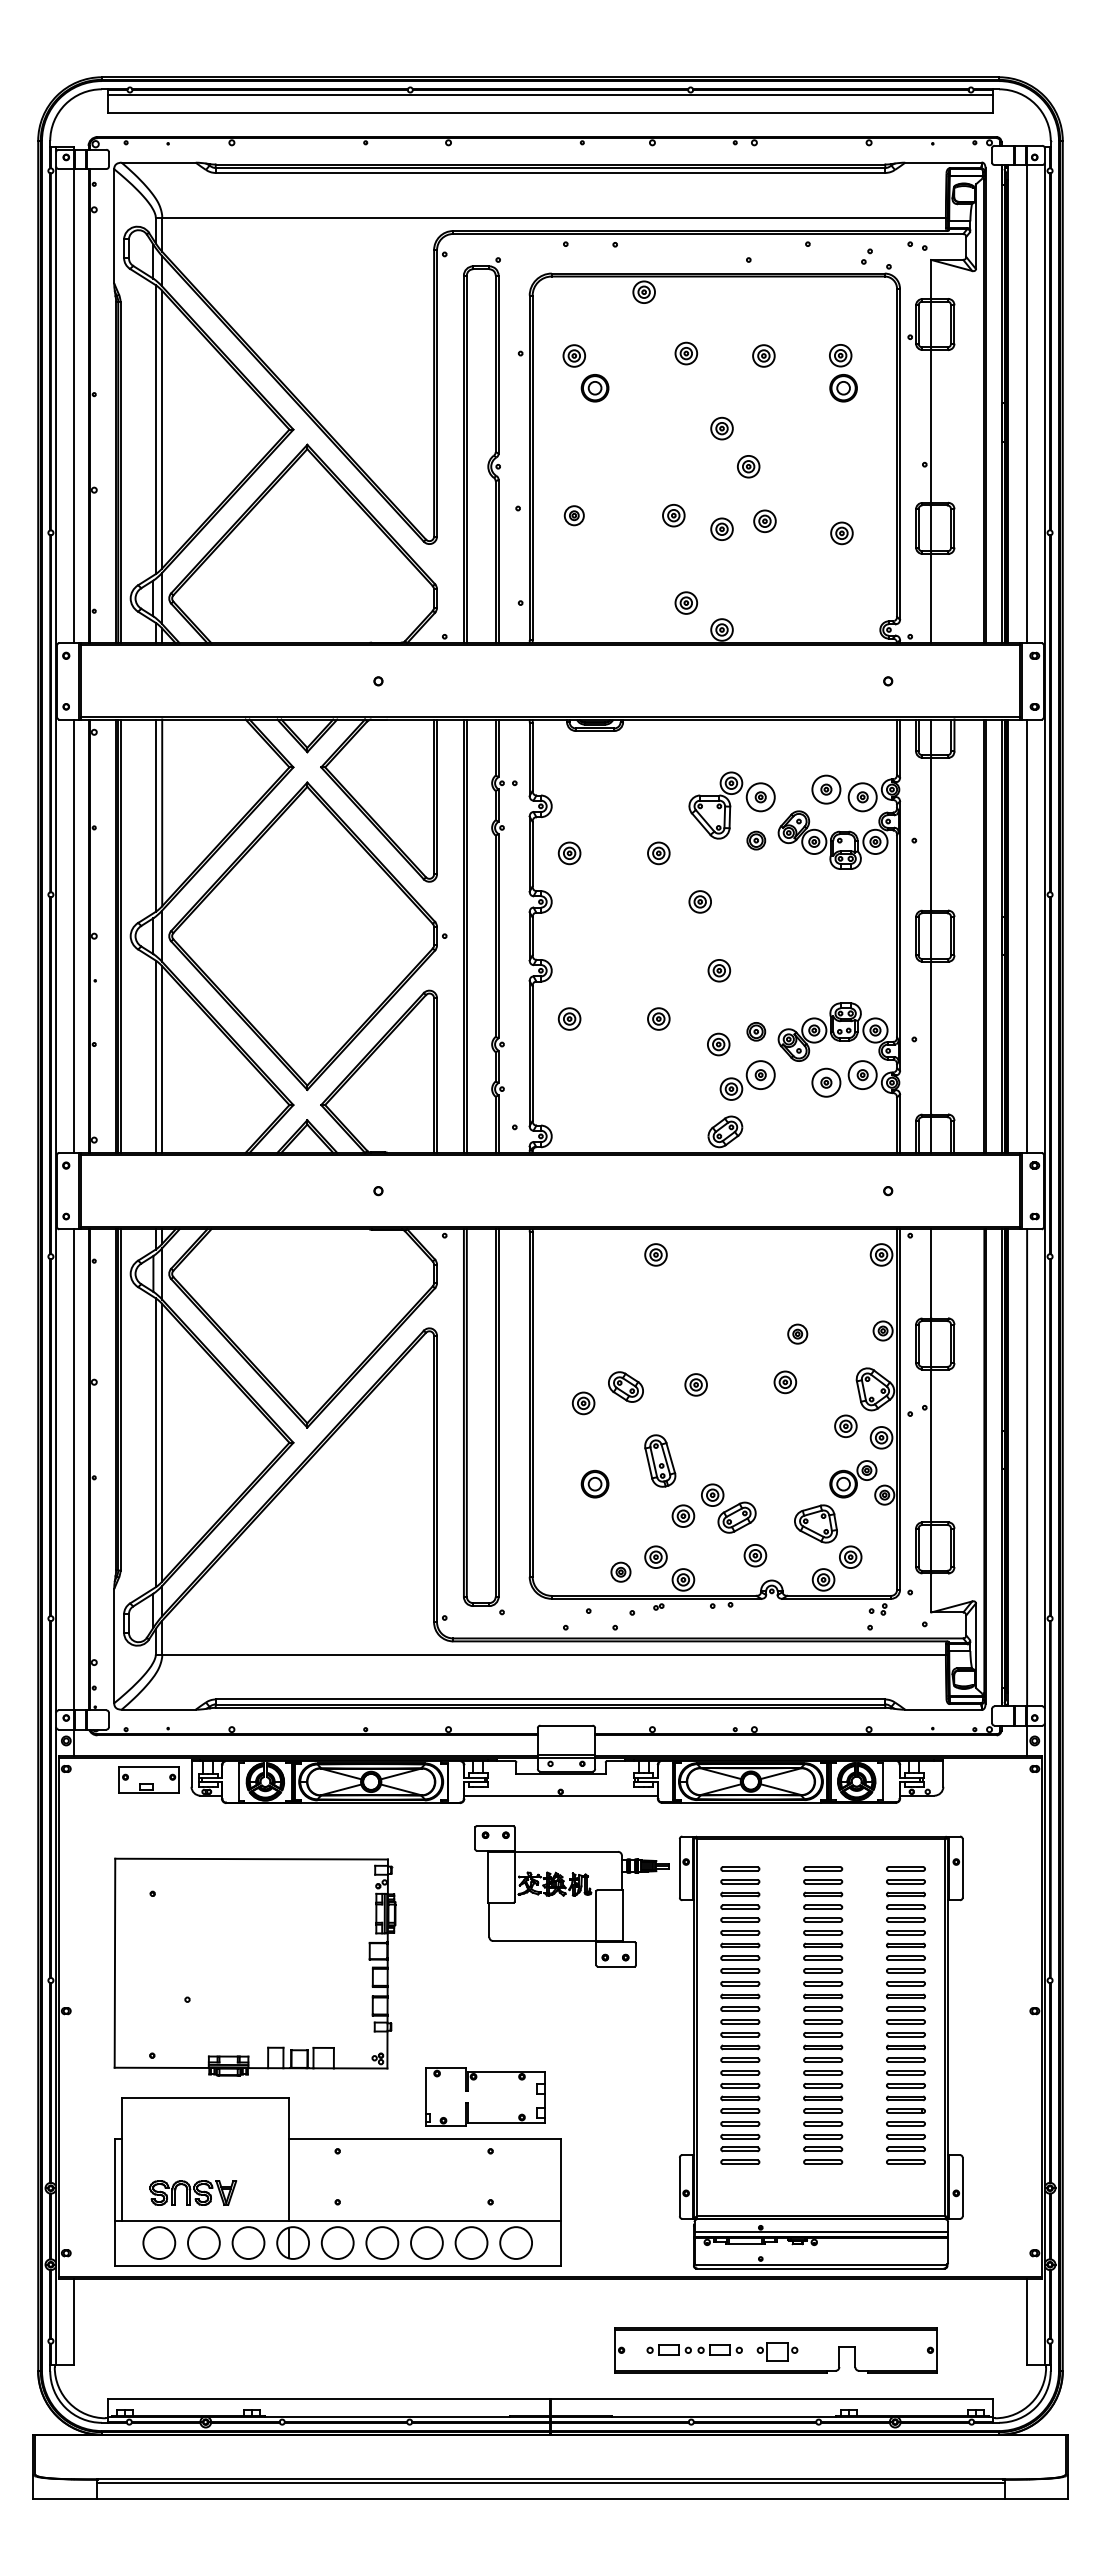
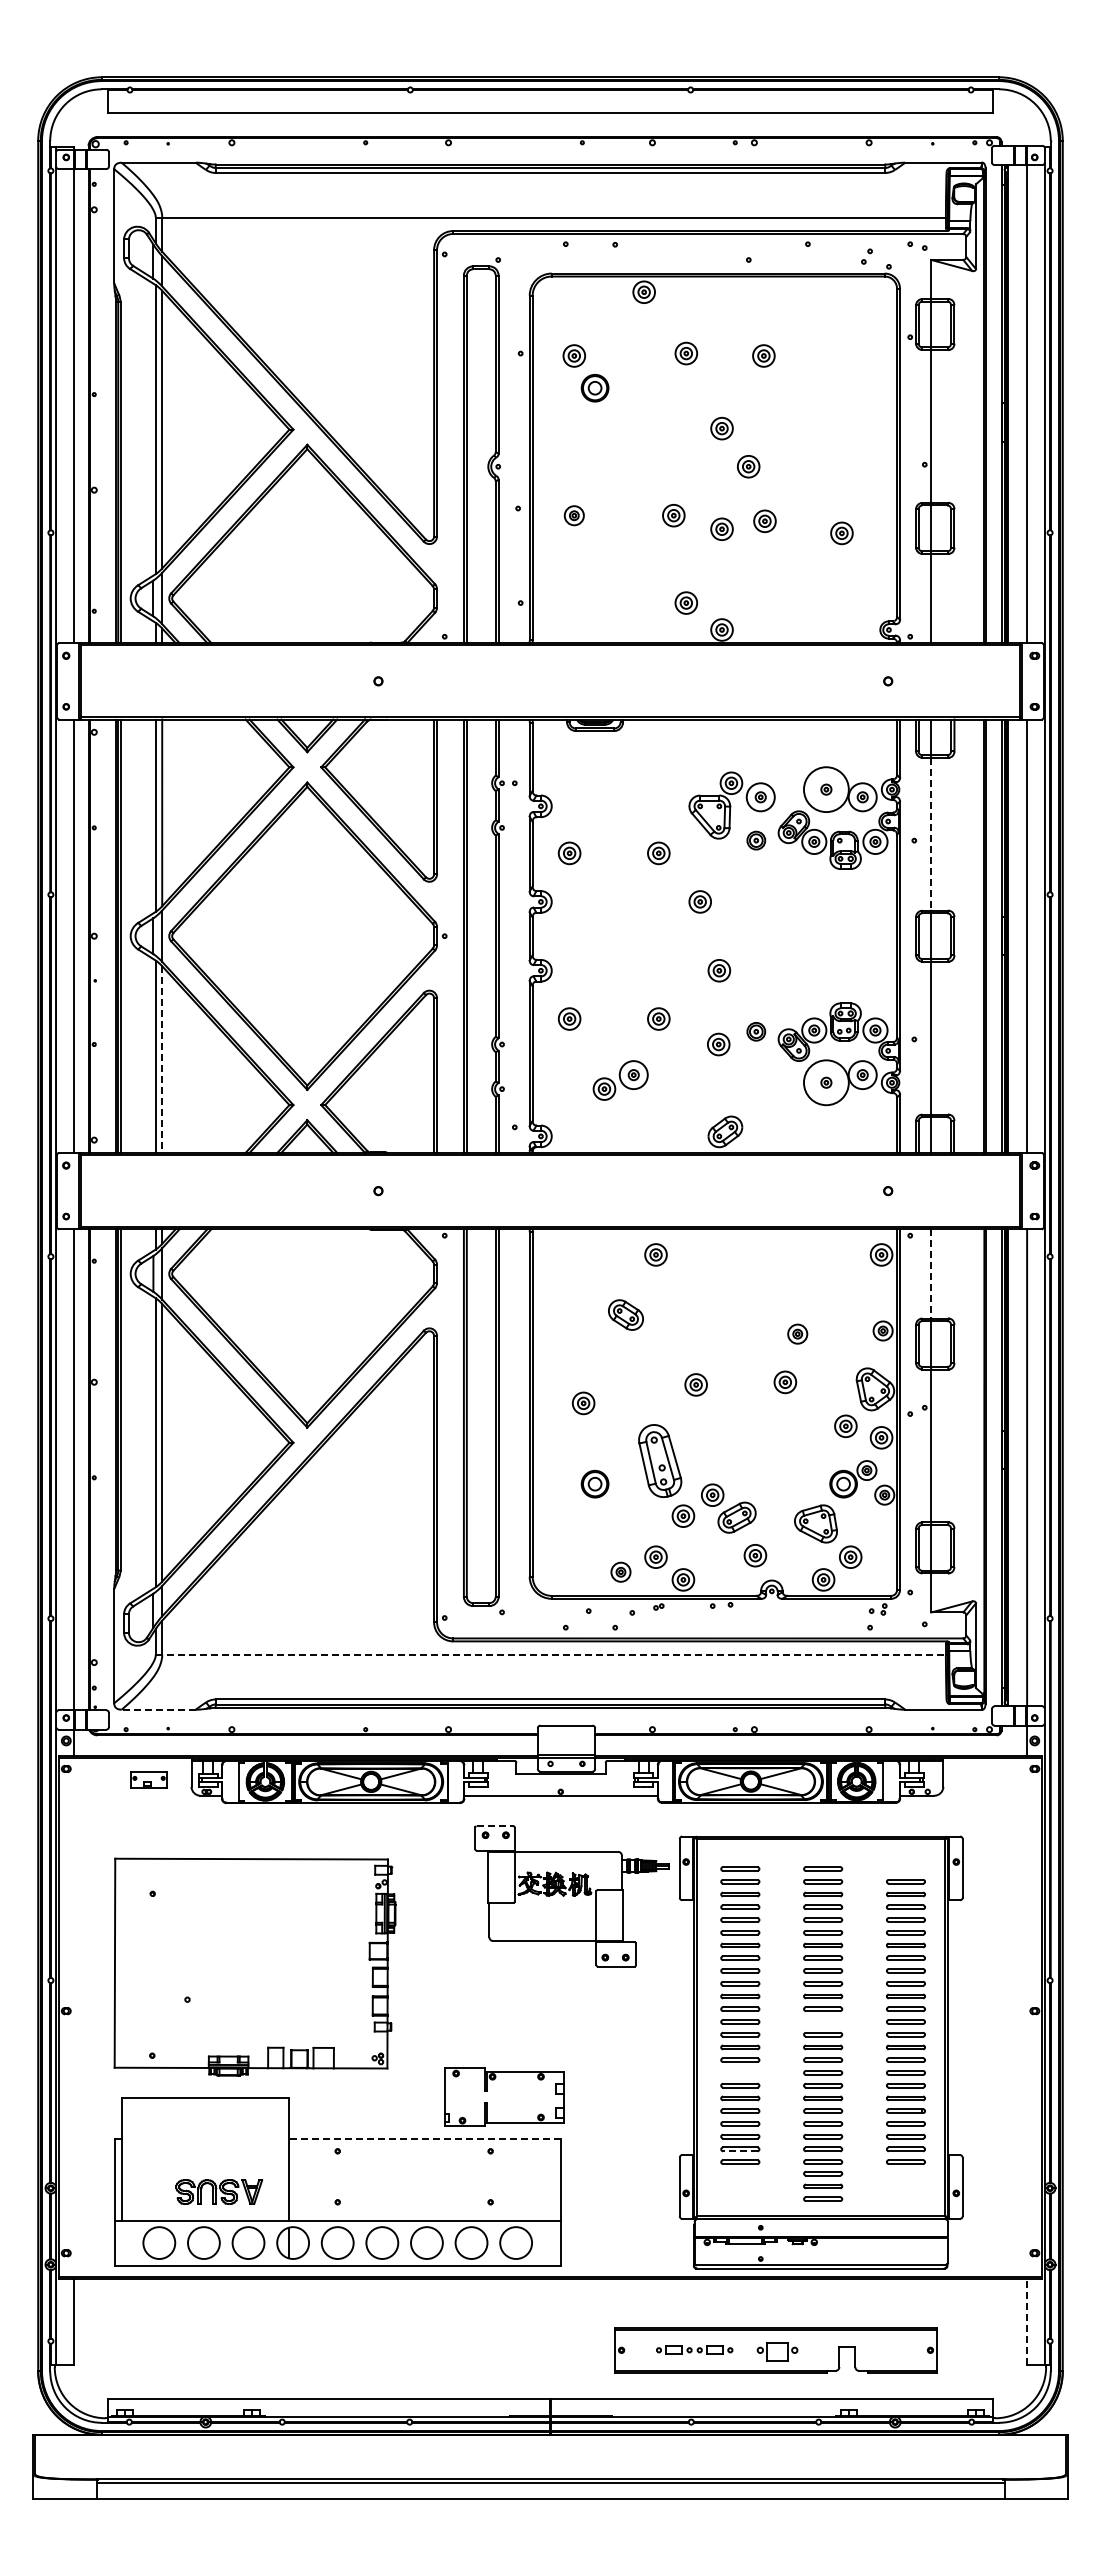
line at (550, 95): present -> none
part at (843, 373): present -> none
circle at (826, 789) diameter: 28 px -> 45 px
line at (931, 834): solid -> dashed
line at (162, 1060): solid -> dashed
part at (747, 1080) position: (747, 1080) -> (620, 1080)
circle at (826, 1082) diameter: 28 px -> 45 px
line at (931, 1273): solid -> dashed
part at (625, 1386) position: (625, 1386) -> (625, 1314)
part at (660, 1460) size: 33x54 px -> 45x74 px
line at (552, 1654): solid -> dashed
line at (158, 1709): solid -> dashed
part at (148, 1779) size: 62x28 px -> 38x18 px
line at (495, 1826): solid -> dashed
part at (905, 1868): present -> none
part at (823, 2021): present -> none
part at (740, 2072): present -> none
part at (485, 2096) position: (485, 2096) -> (504, 2096)
line at (425, 2138): solid -> dashed
line at (739, 2151): solid -> dashed
part at (823, 2186): none -> present
part at (193, 2192) position: (193, 2192) -> (219, 2191)
line at (821, 2232): present -> none
line at (1027, 2321): solid -> dashed
part at (694, 2349) size: 97x12 px -> 78x10 px
